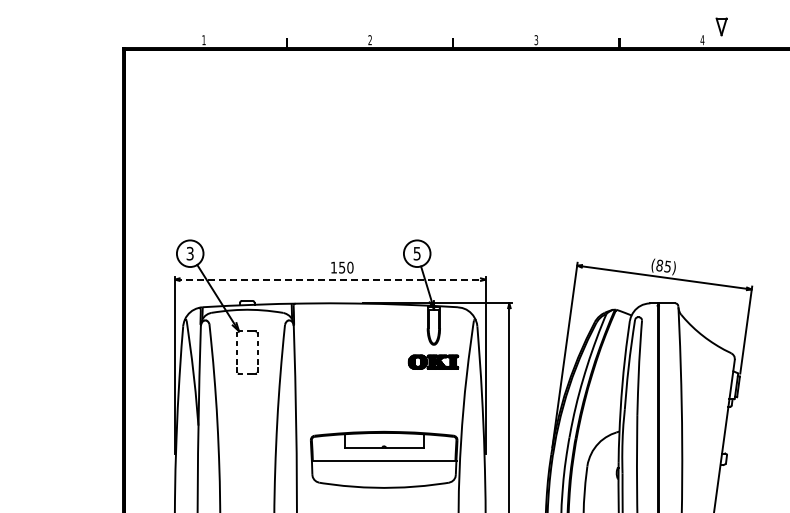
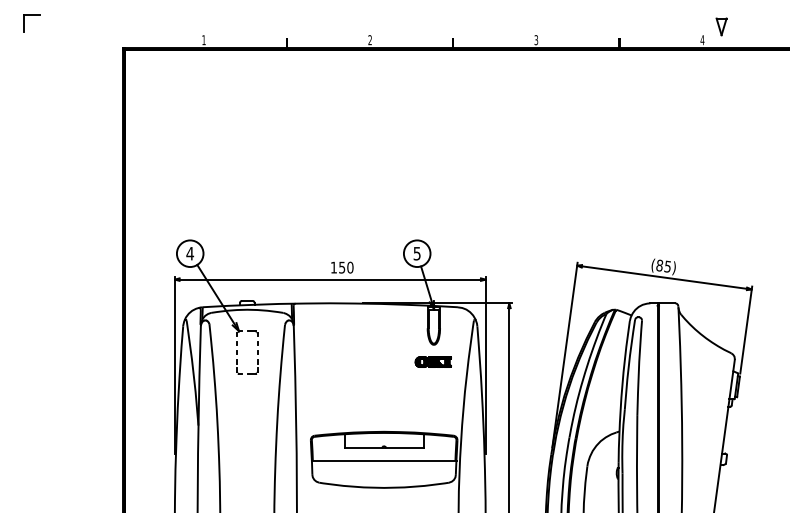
part at (24, 23): none -> present
text at (190, 253): 3 -> 4
line at (330, 279): dashed -> solid
part at (433, 361) size: 53x16 px -> 38x12 px
